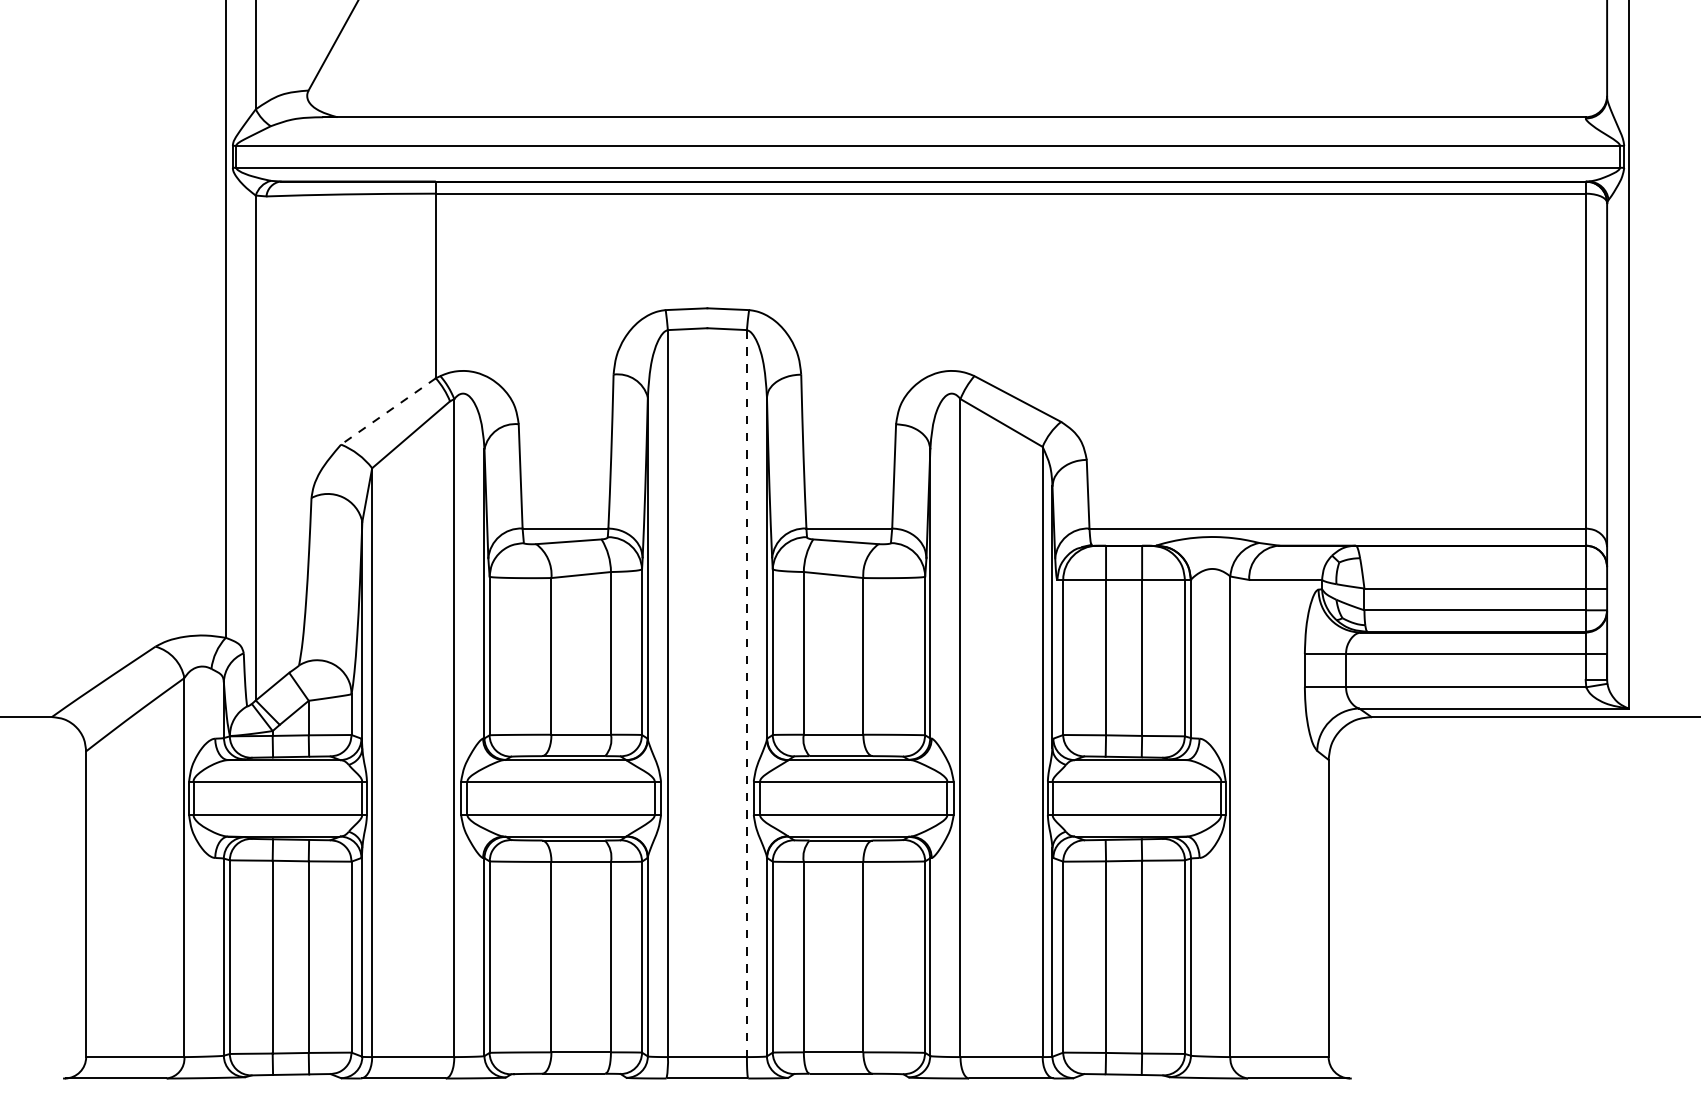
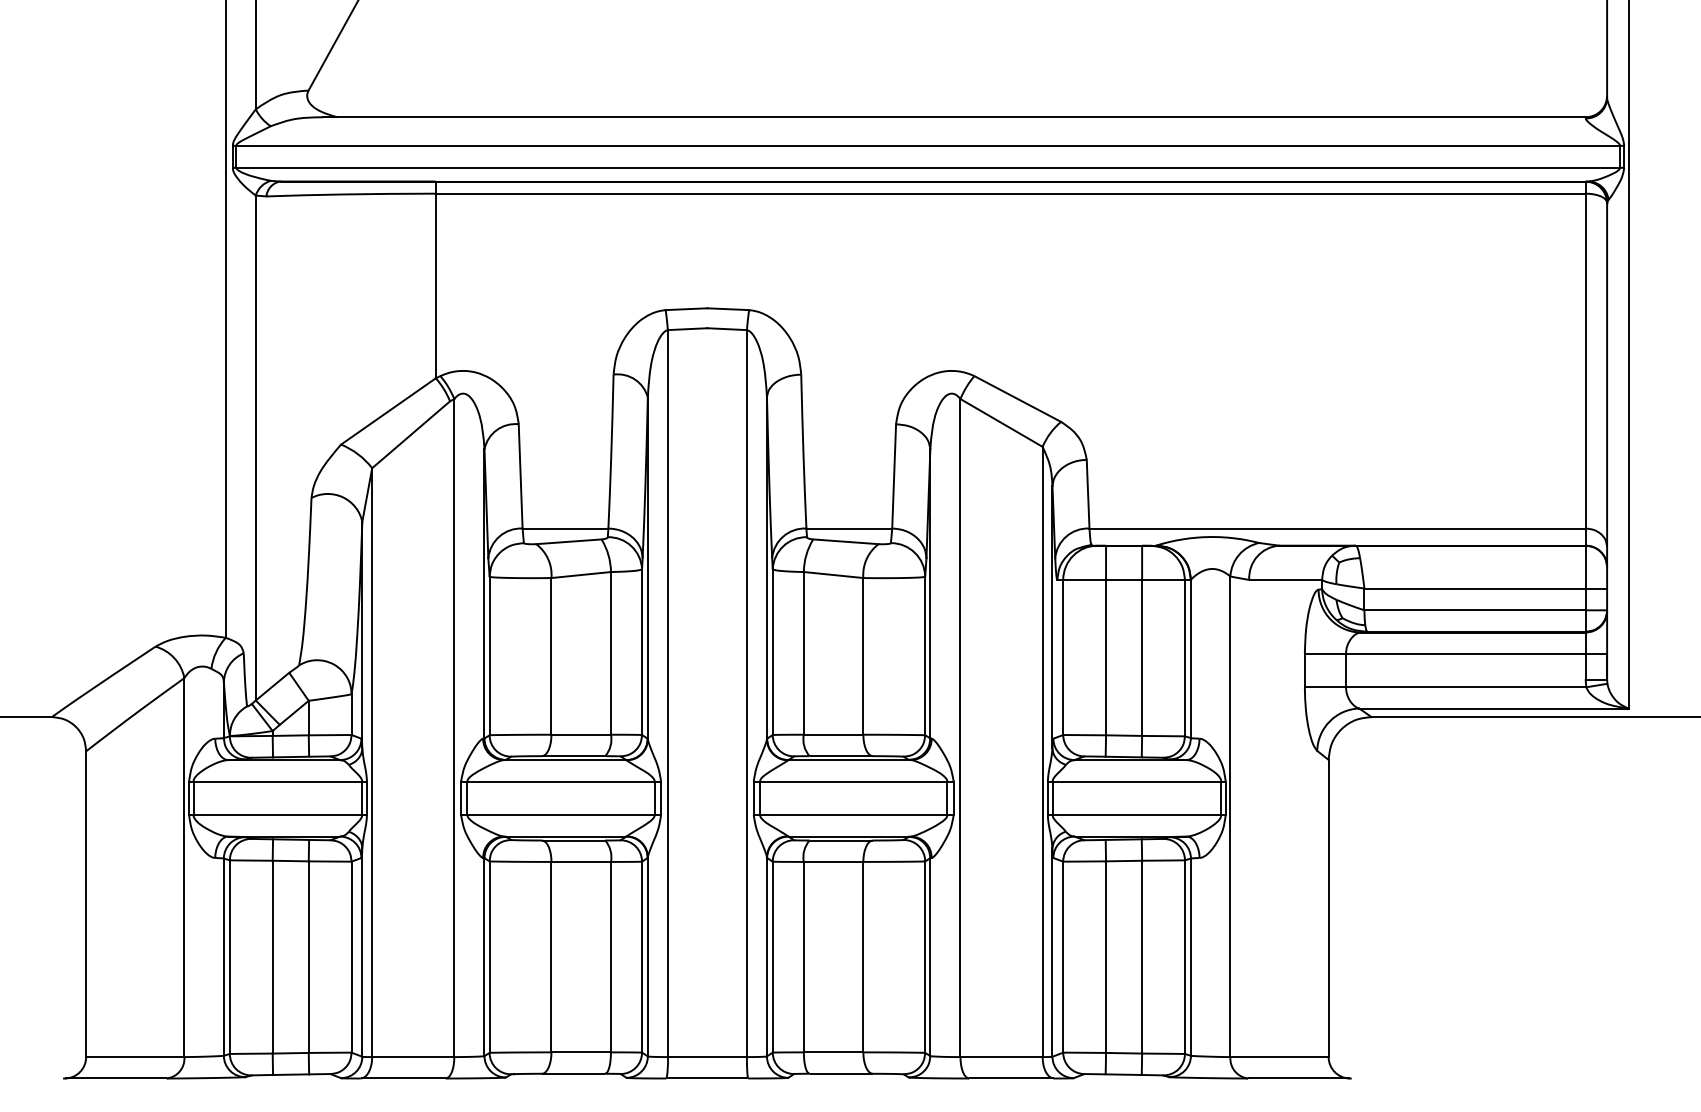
line at (388, 411): dashed -> solid
line at (746, 694): dashed -> solid
